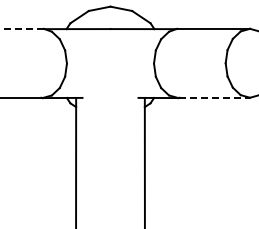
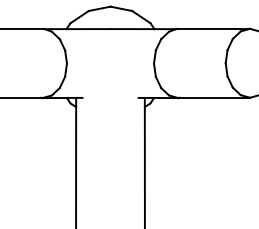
line at (22, 28): dashed -> solid
line at (215, 97): dashed -> solid
